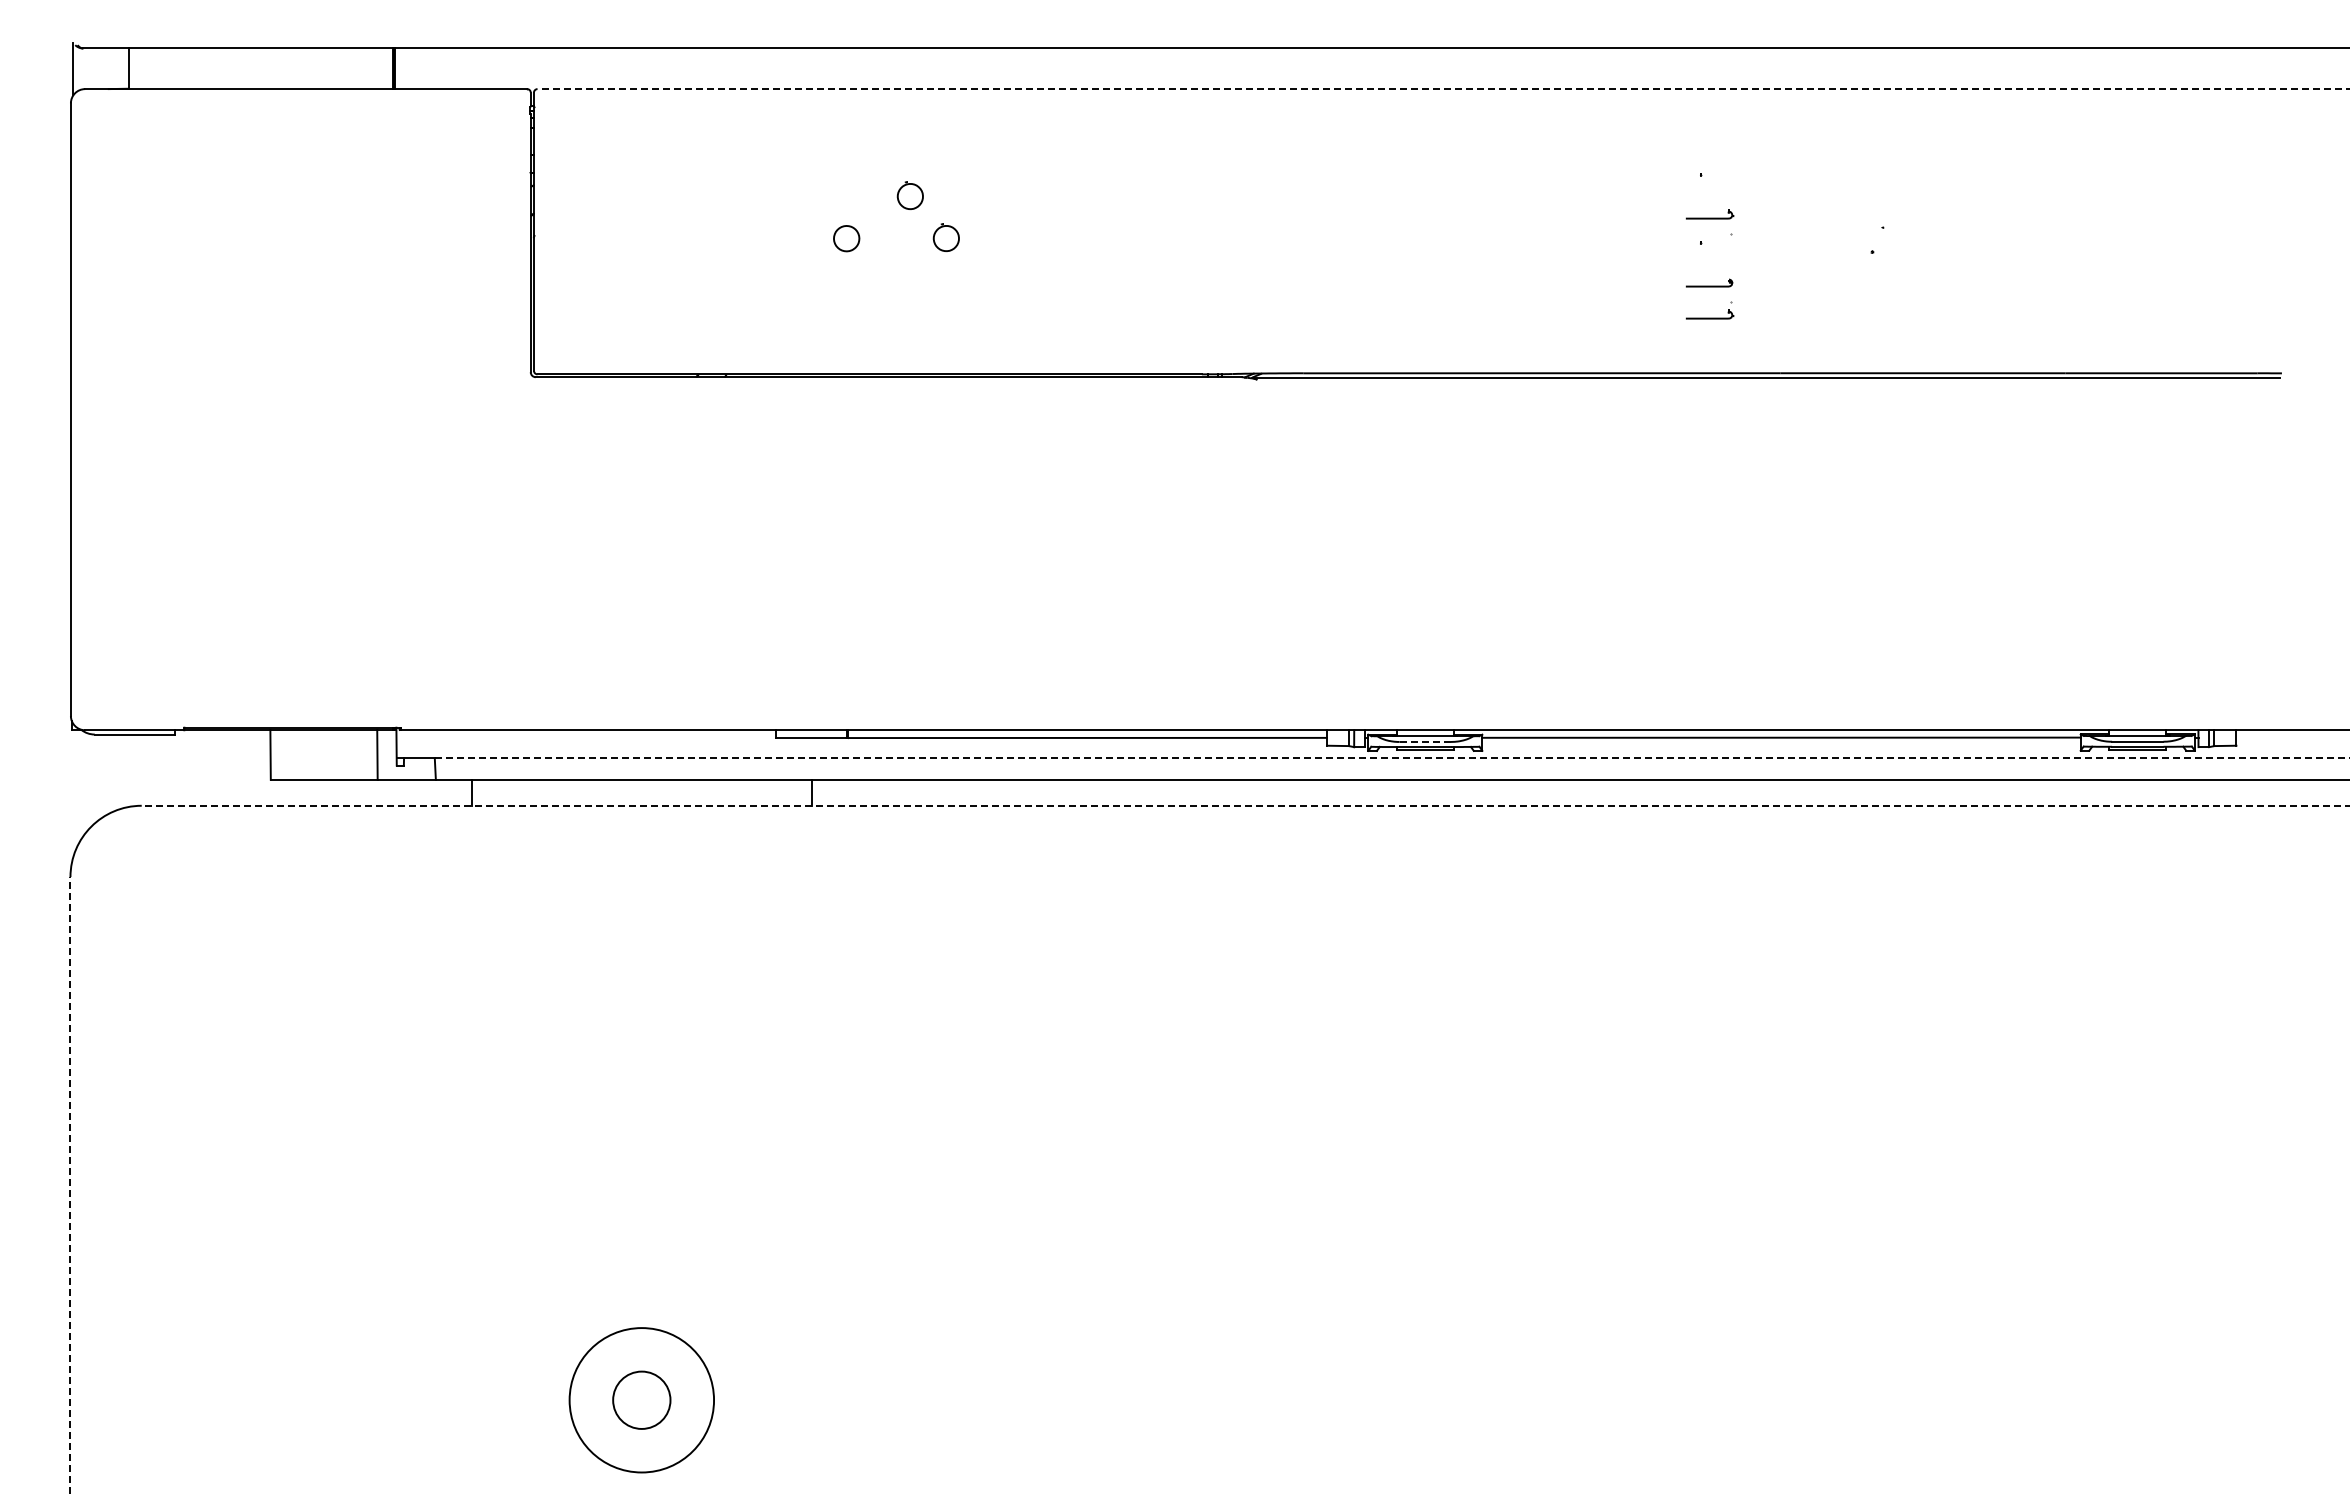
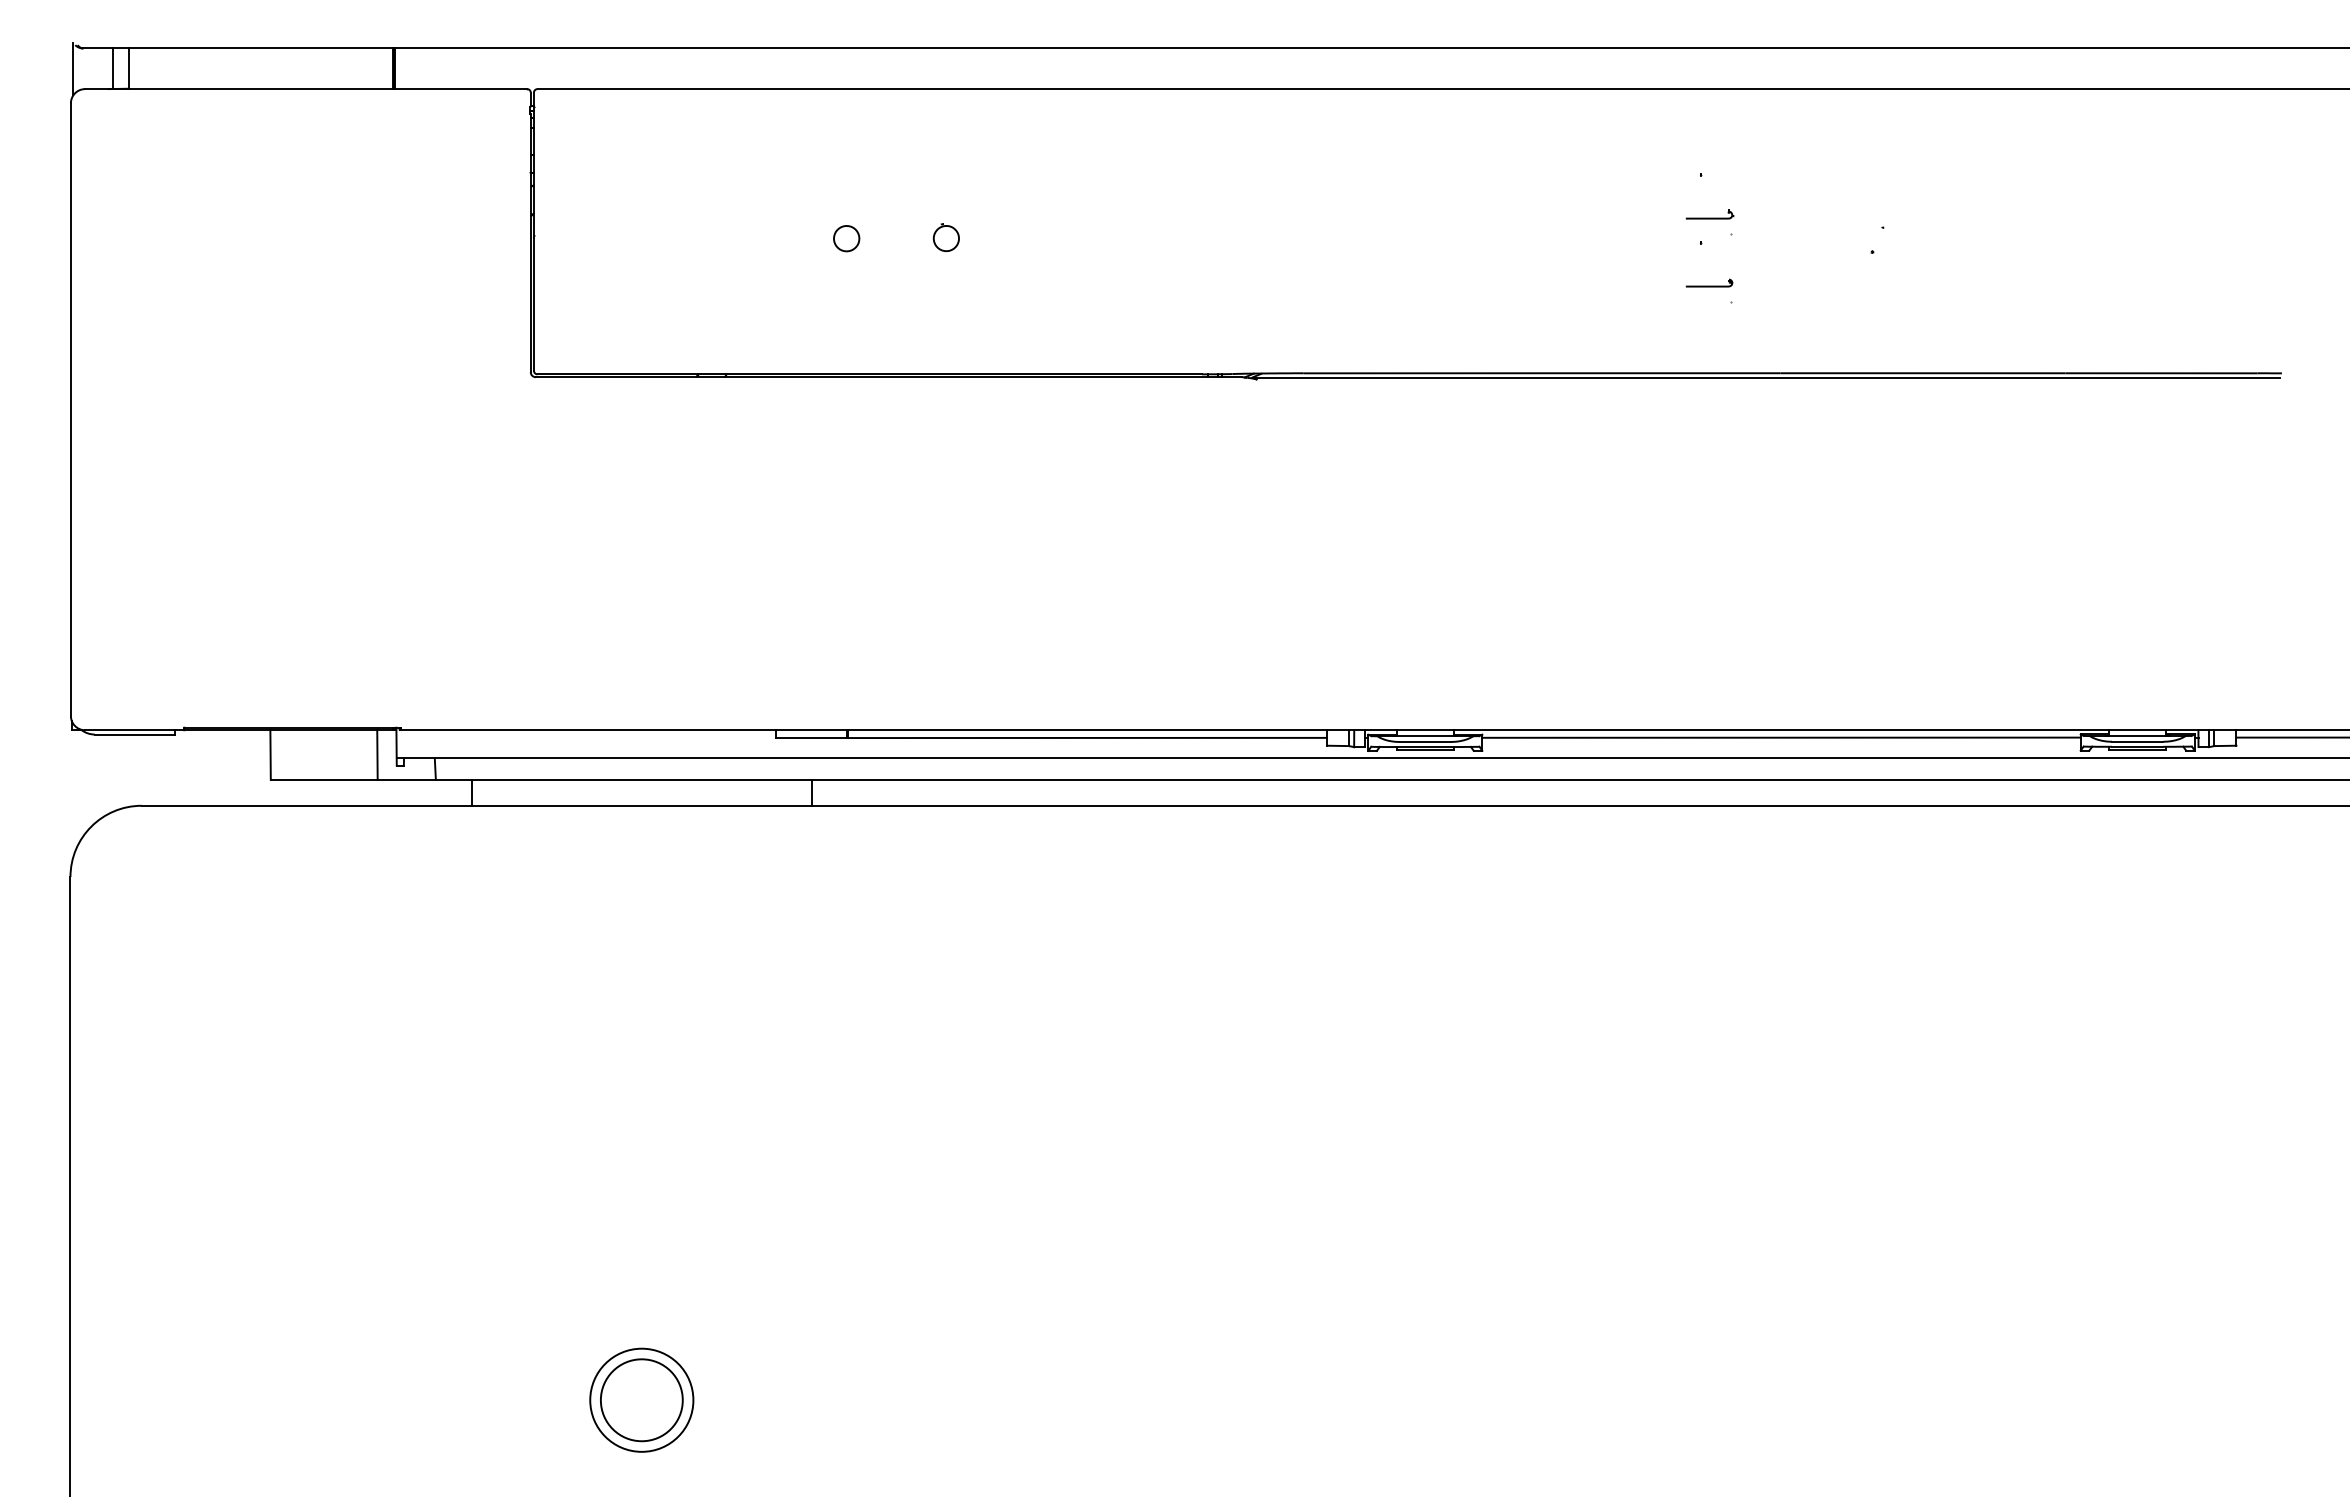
line at (113, 68): none -> present
line at (1443, 89): dashed -> solid
part at (909, 195): present -> none
part at (1709, 314): present -> none
line at (2291, 737): none -> present
line at (1425, 741): dashed -> solid
line at (1392, 758): dashed -> solid
line at (1245, 805): dashed -> solid
line at (70, 1186): dashed -> solid
circle at (641, 1399) diameter: 57 px -> 82 px
circle at (641, 1400) diameter: 144 px -> 103 px
